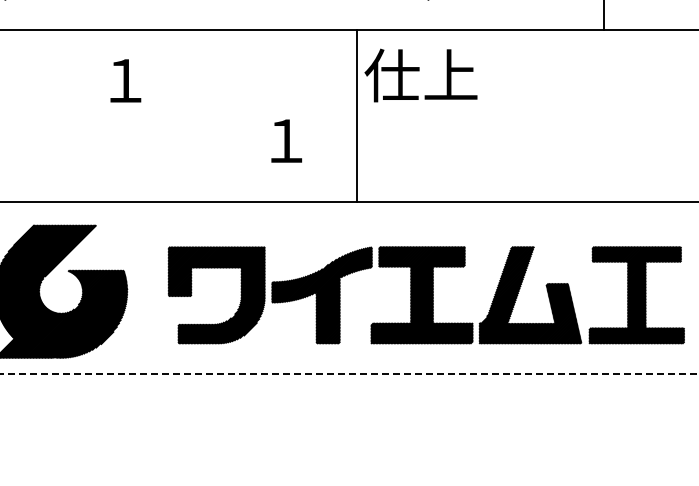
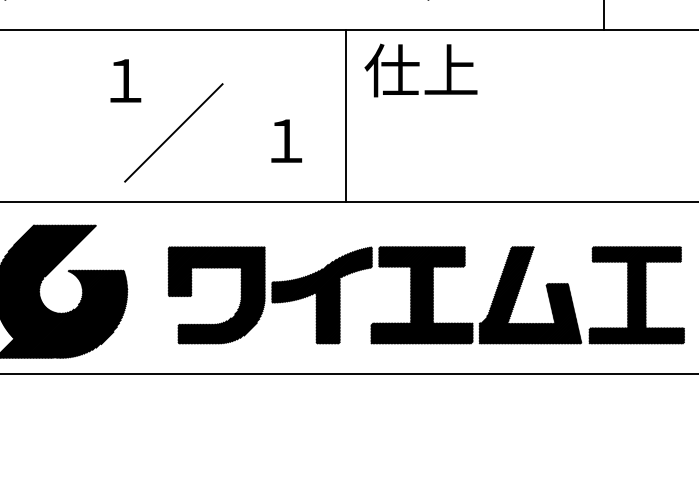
text at (420, 75) position: (420, 75) -> (420, 70)
line at (357, 115) position: (357, 115) -> (346, 115)
line at (173, 132): none -> present
line at (349, 374): dashed -> solid
